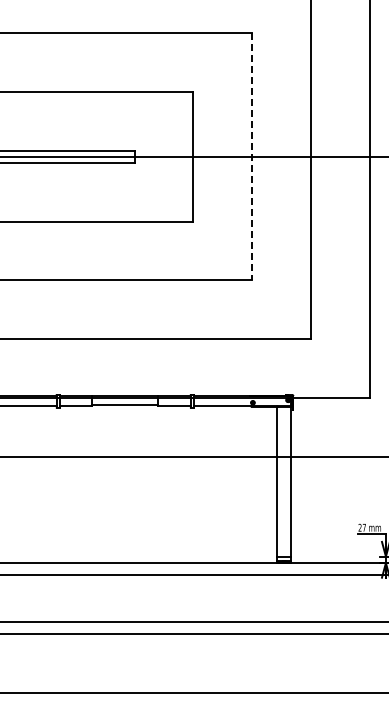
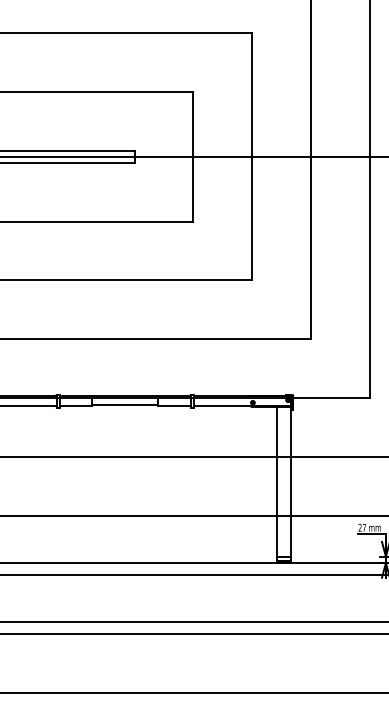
line at (252, 156): dashed -> solid
line at (193, 515): none -> present
